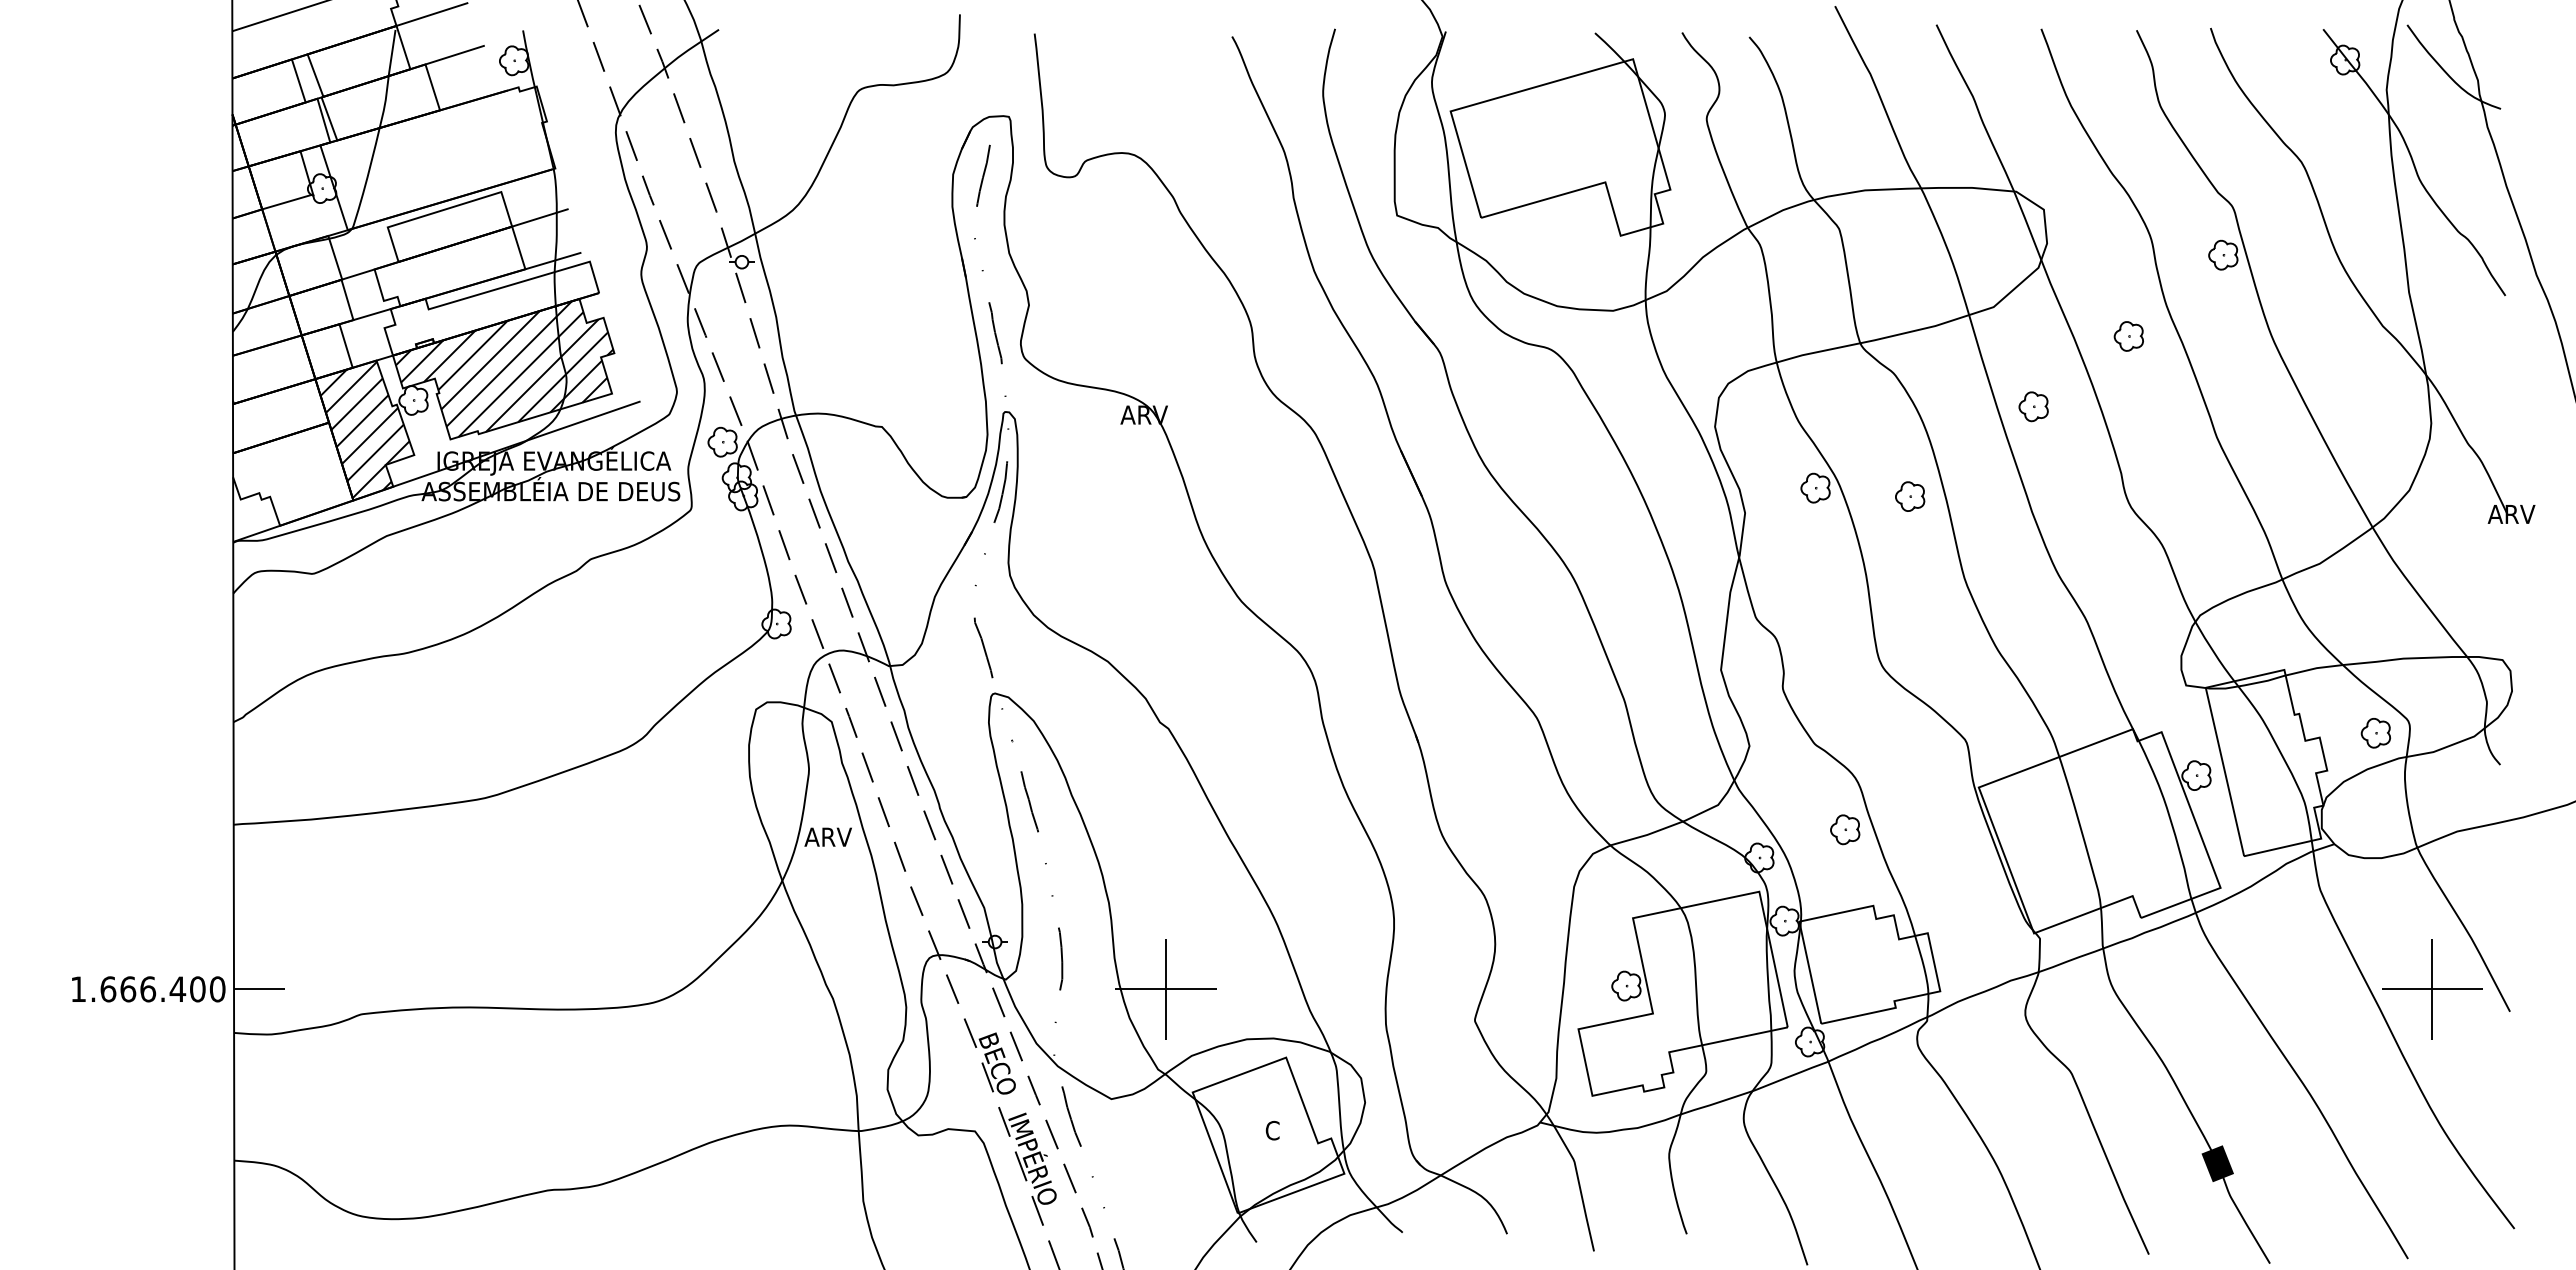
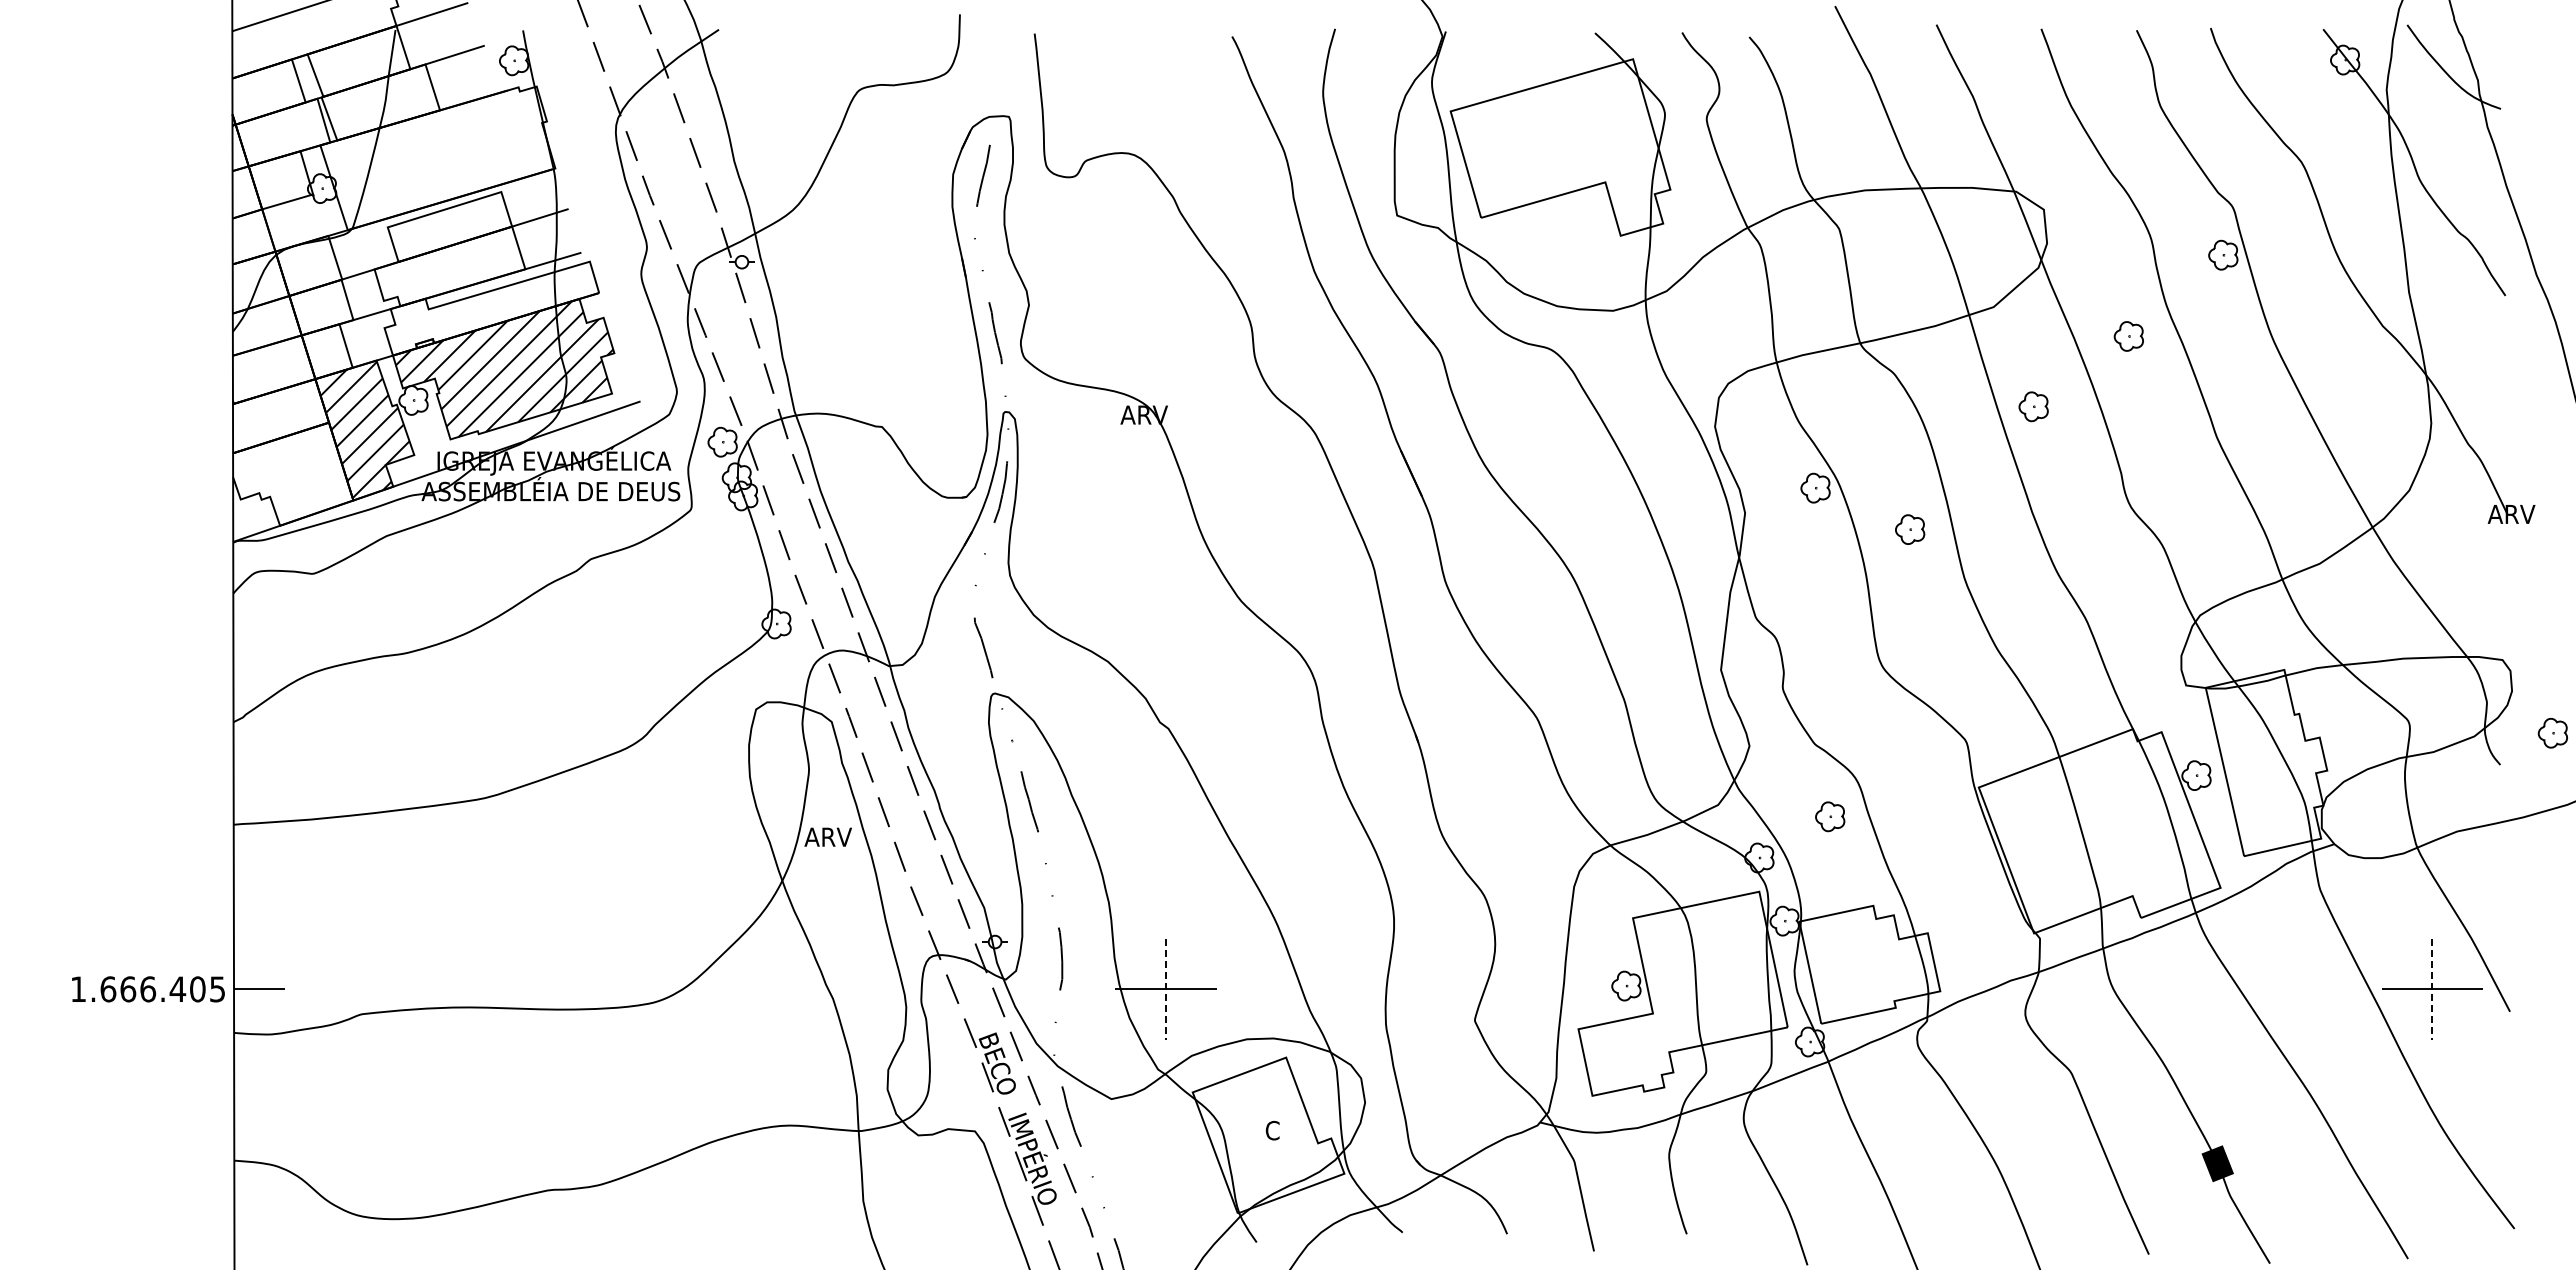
part at (1910, 496) position: (1910, 496) -> (1910, 529)
part at (2375, 733) position: (2375, 733) -> (2552, 733)
part at (1845, 829) position: (1845, 829) -> (1830, 816)
text at (217, 989): 1.666.400 -> 1.666.405
line at (1166, 989): solid -> dashed
line at (2432, 989): solid -> dashed
